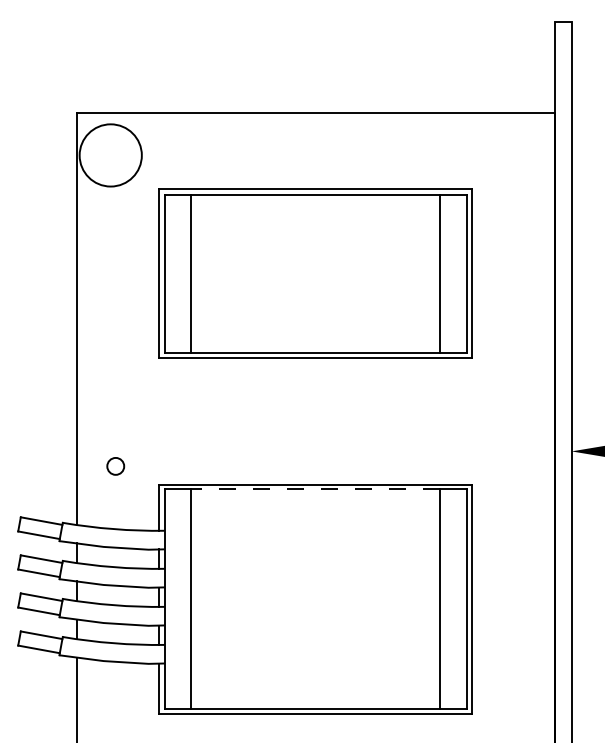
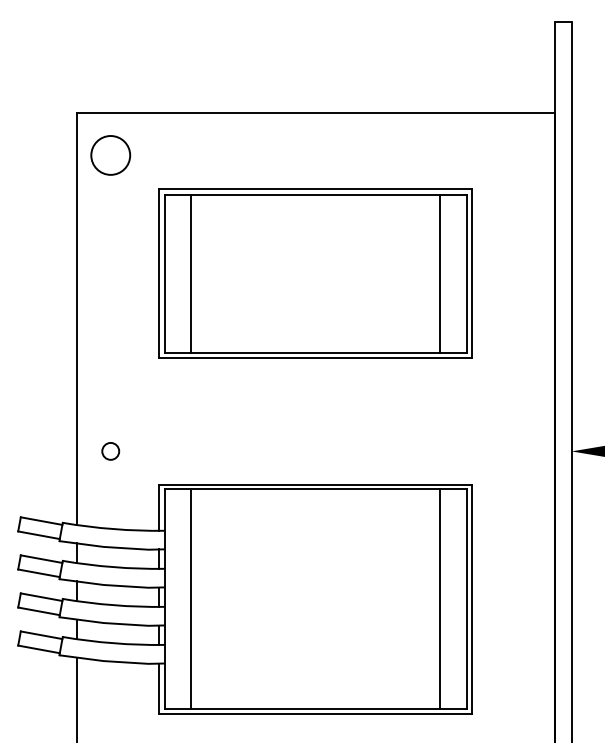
circle at (110, 155) diameter: 62 px -> 39 px
circle at (115, 466) position: (115, 466) -> (110, 451)
line at (315, 489): dashed -> solid
